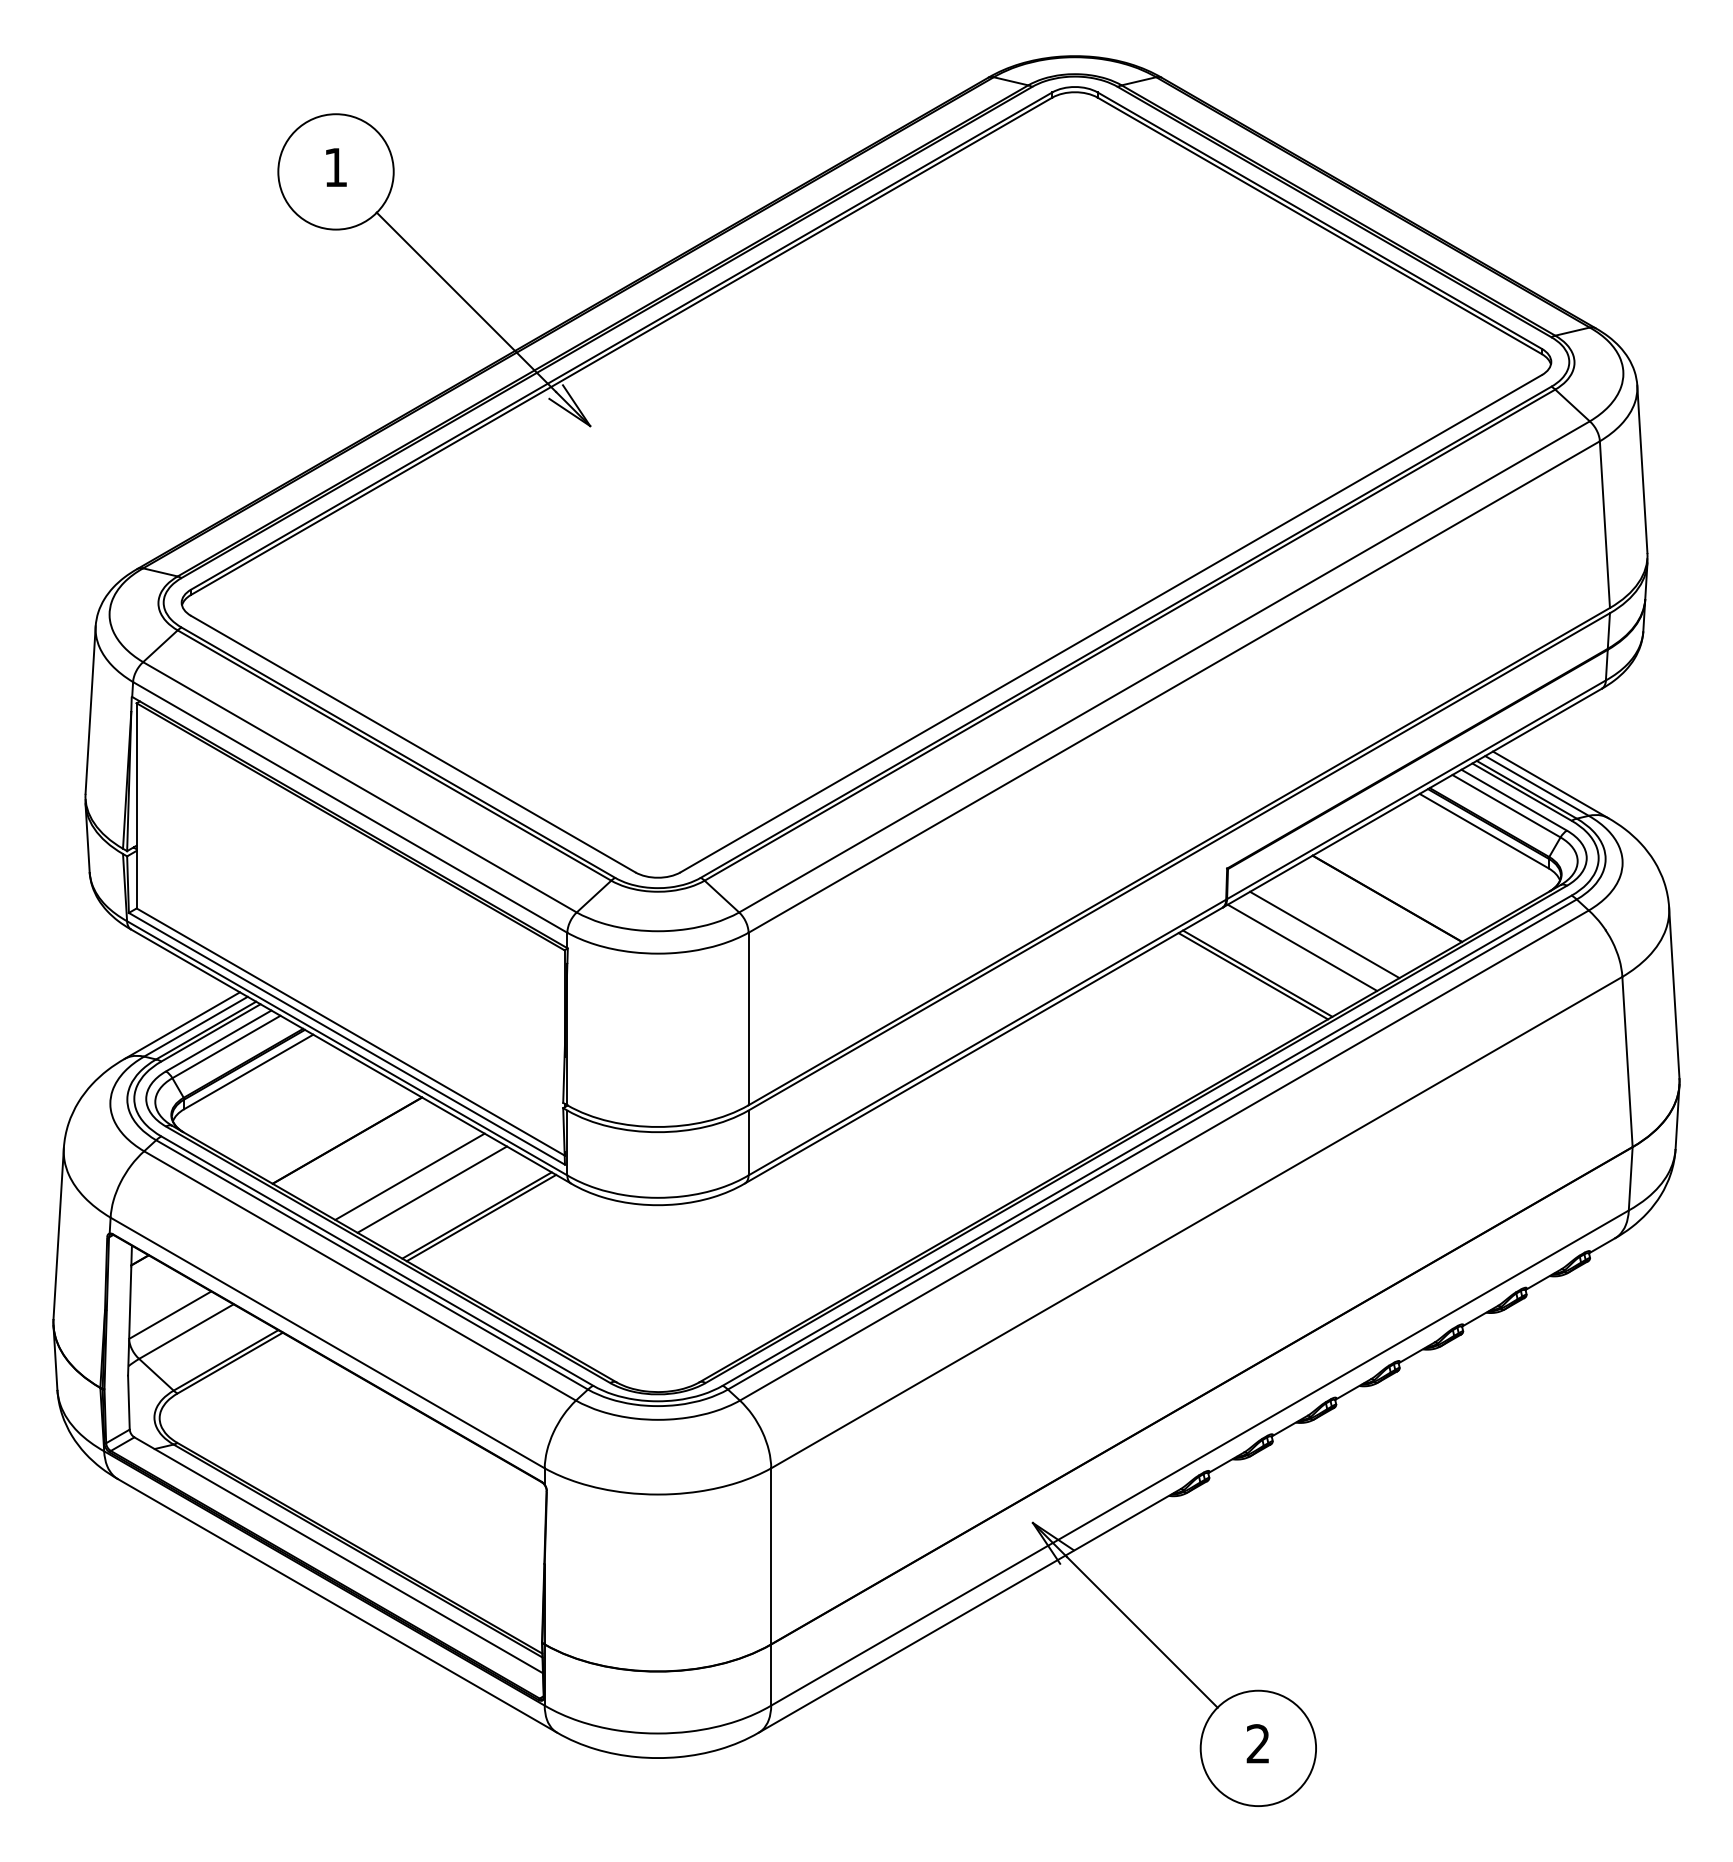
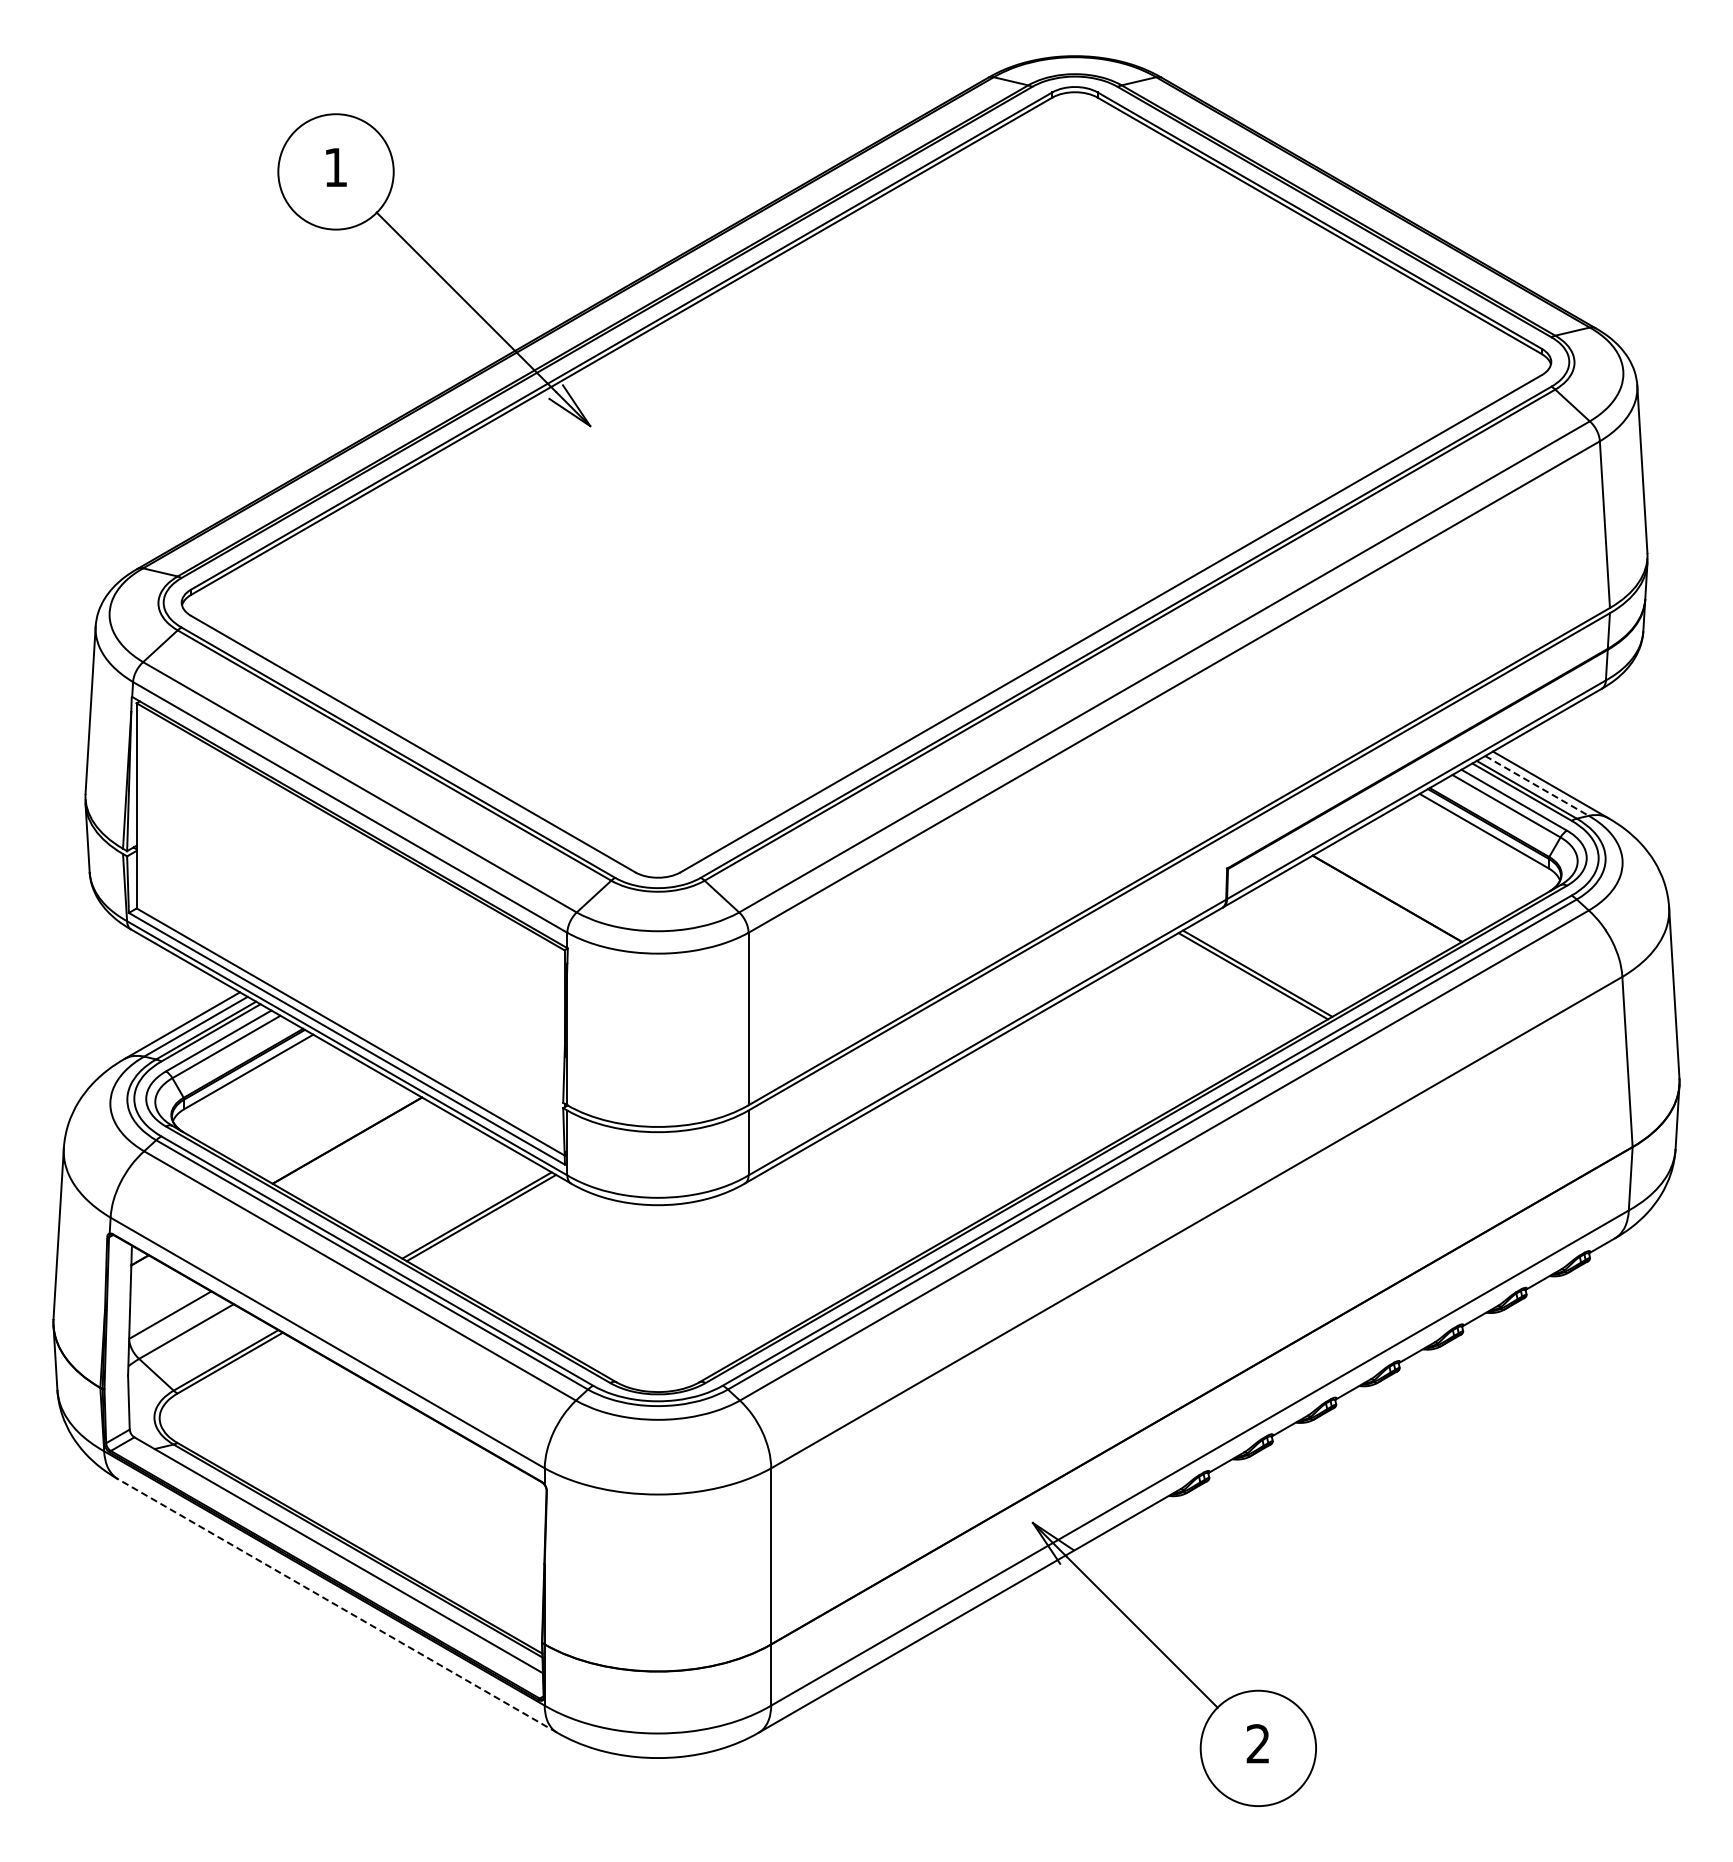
line at (1537, 785): solid -> dashed
line at (1324, 934): present -> none
line at (1302, 947): present -> none
line at (409, 1176): present -> none
line at (432, 1189): present -> none
line at (337, 1605): solid -> dashed
